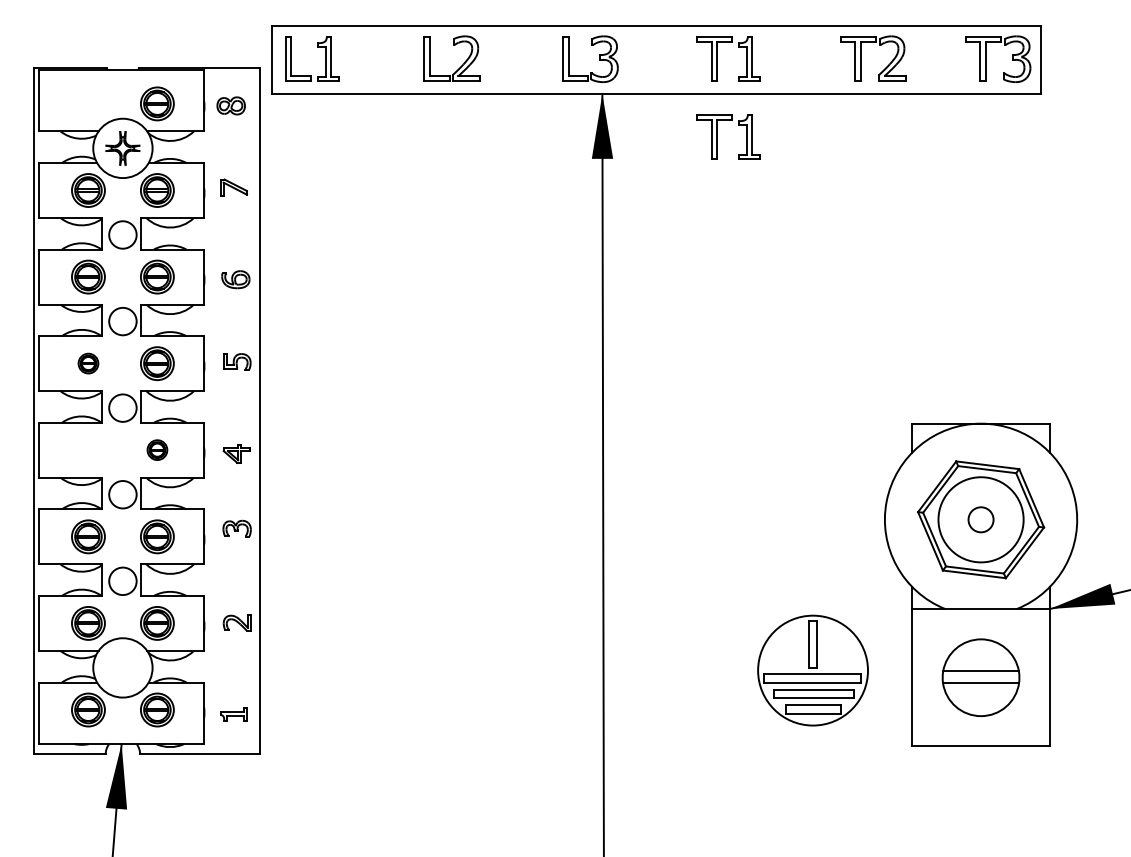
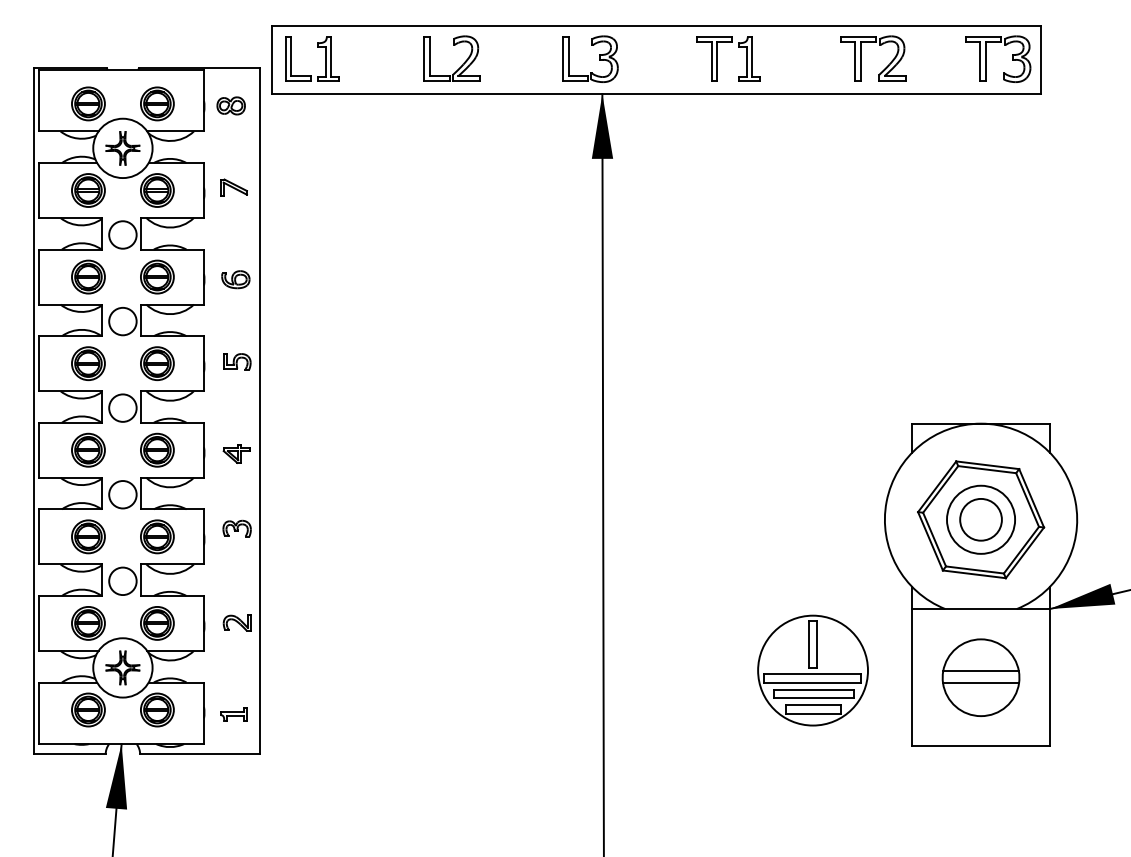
part at (88, 103): none -> present
part at (717, 136): present -> none
part at (88, 363) size: 23x23 px -> 35x35 px
part at (88, 449): none -> present
part at (157, 449) size: 23x22 px -> 35x36 px
circle at (980, 519) diameter: 25 px -> 42 px
circle at (980, 519) diameter: 85 px -> 68 px
part at (122, 667): none -> present
